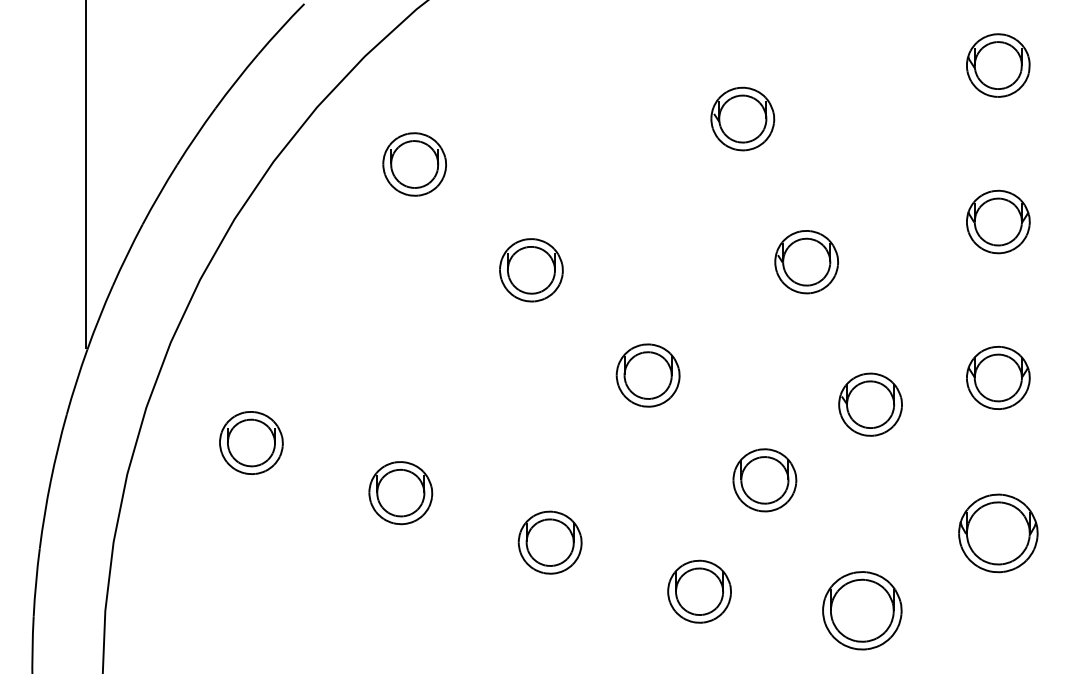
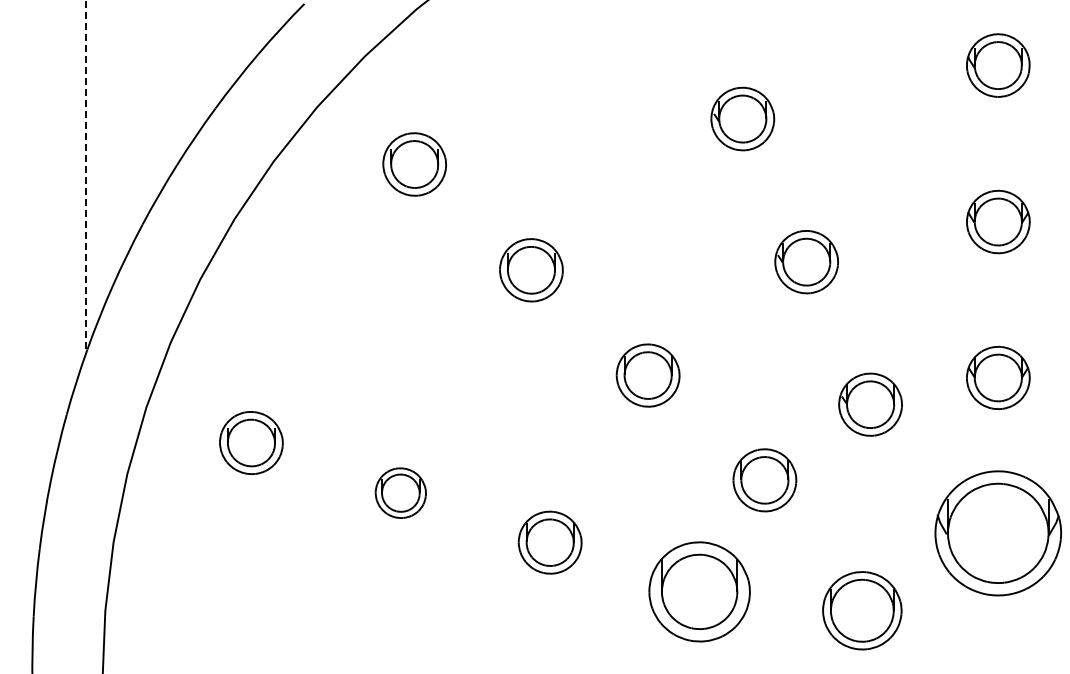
line at (86, 174): solid -> dashed
part at (400, 493) size: 66x65 px -> 53x52 px
part at (998, 533) size: 81x81 px -> 128x127 px
part at (699, 591) size: 65x65 px -> 103x102 px
